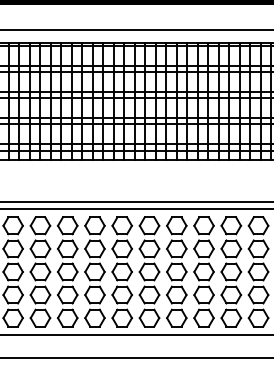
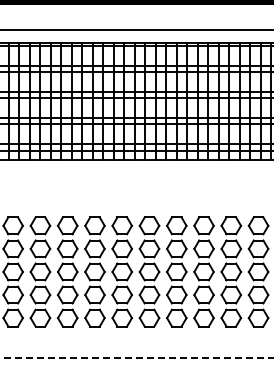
line at (136, 201): present -> none
line at (136, 209): present -> none
line at (136, 334): present -> none
line at (136, 357): solid -> dashed
